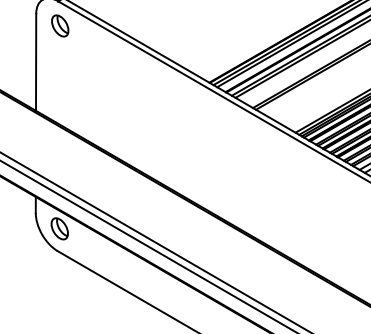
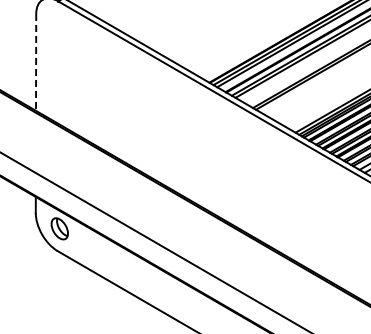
part at (60, 25): present -> none
line at (36, 62): solid -> dashed
line at (147, 246): present -> none
